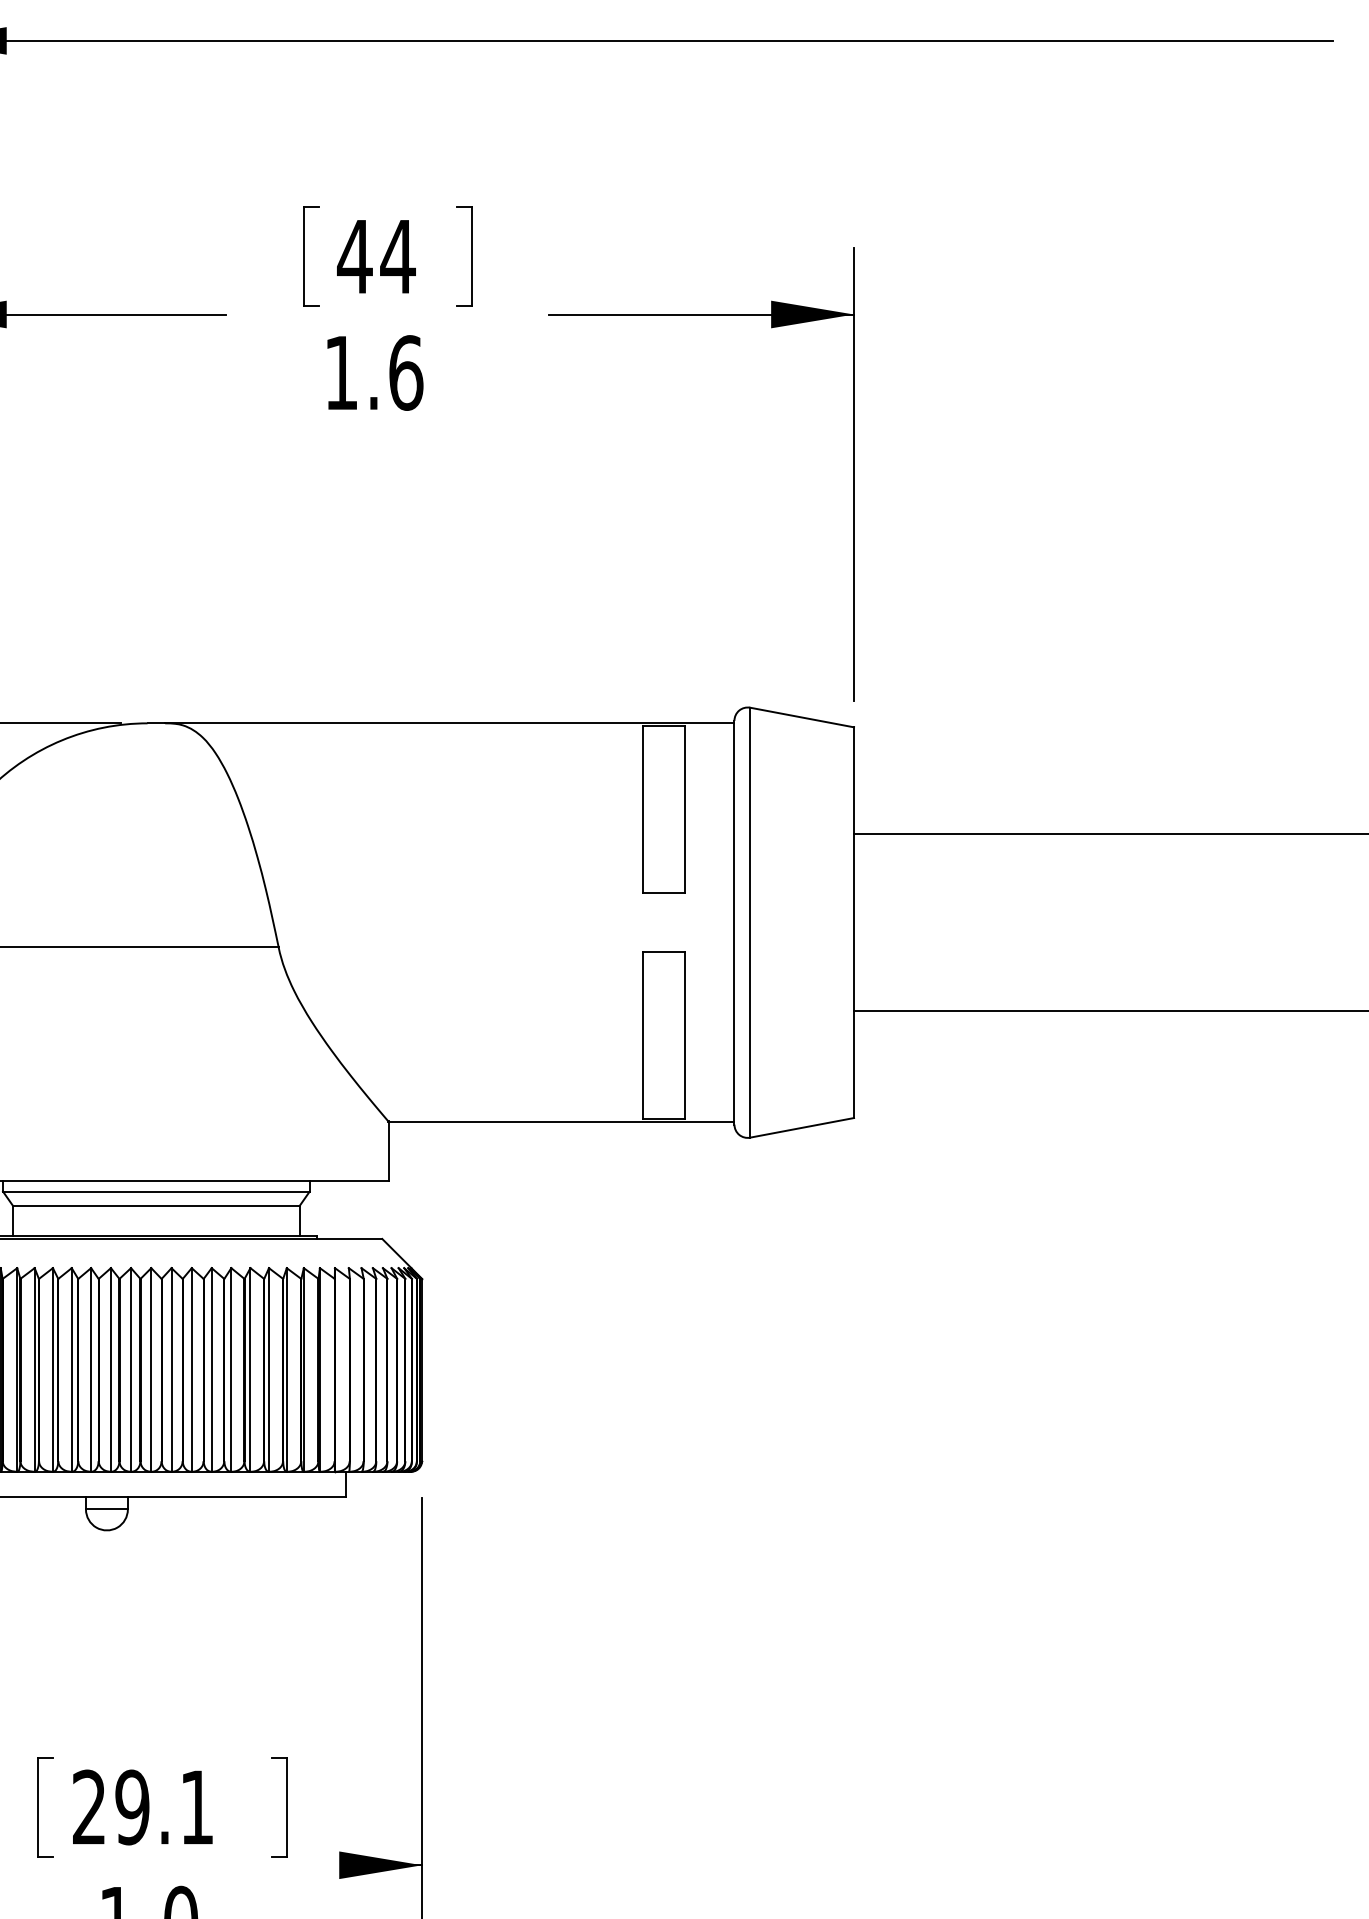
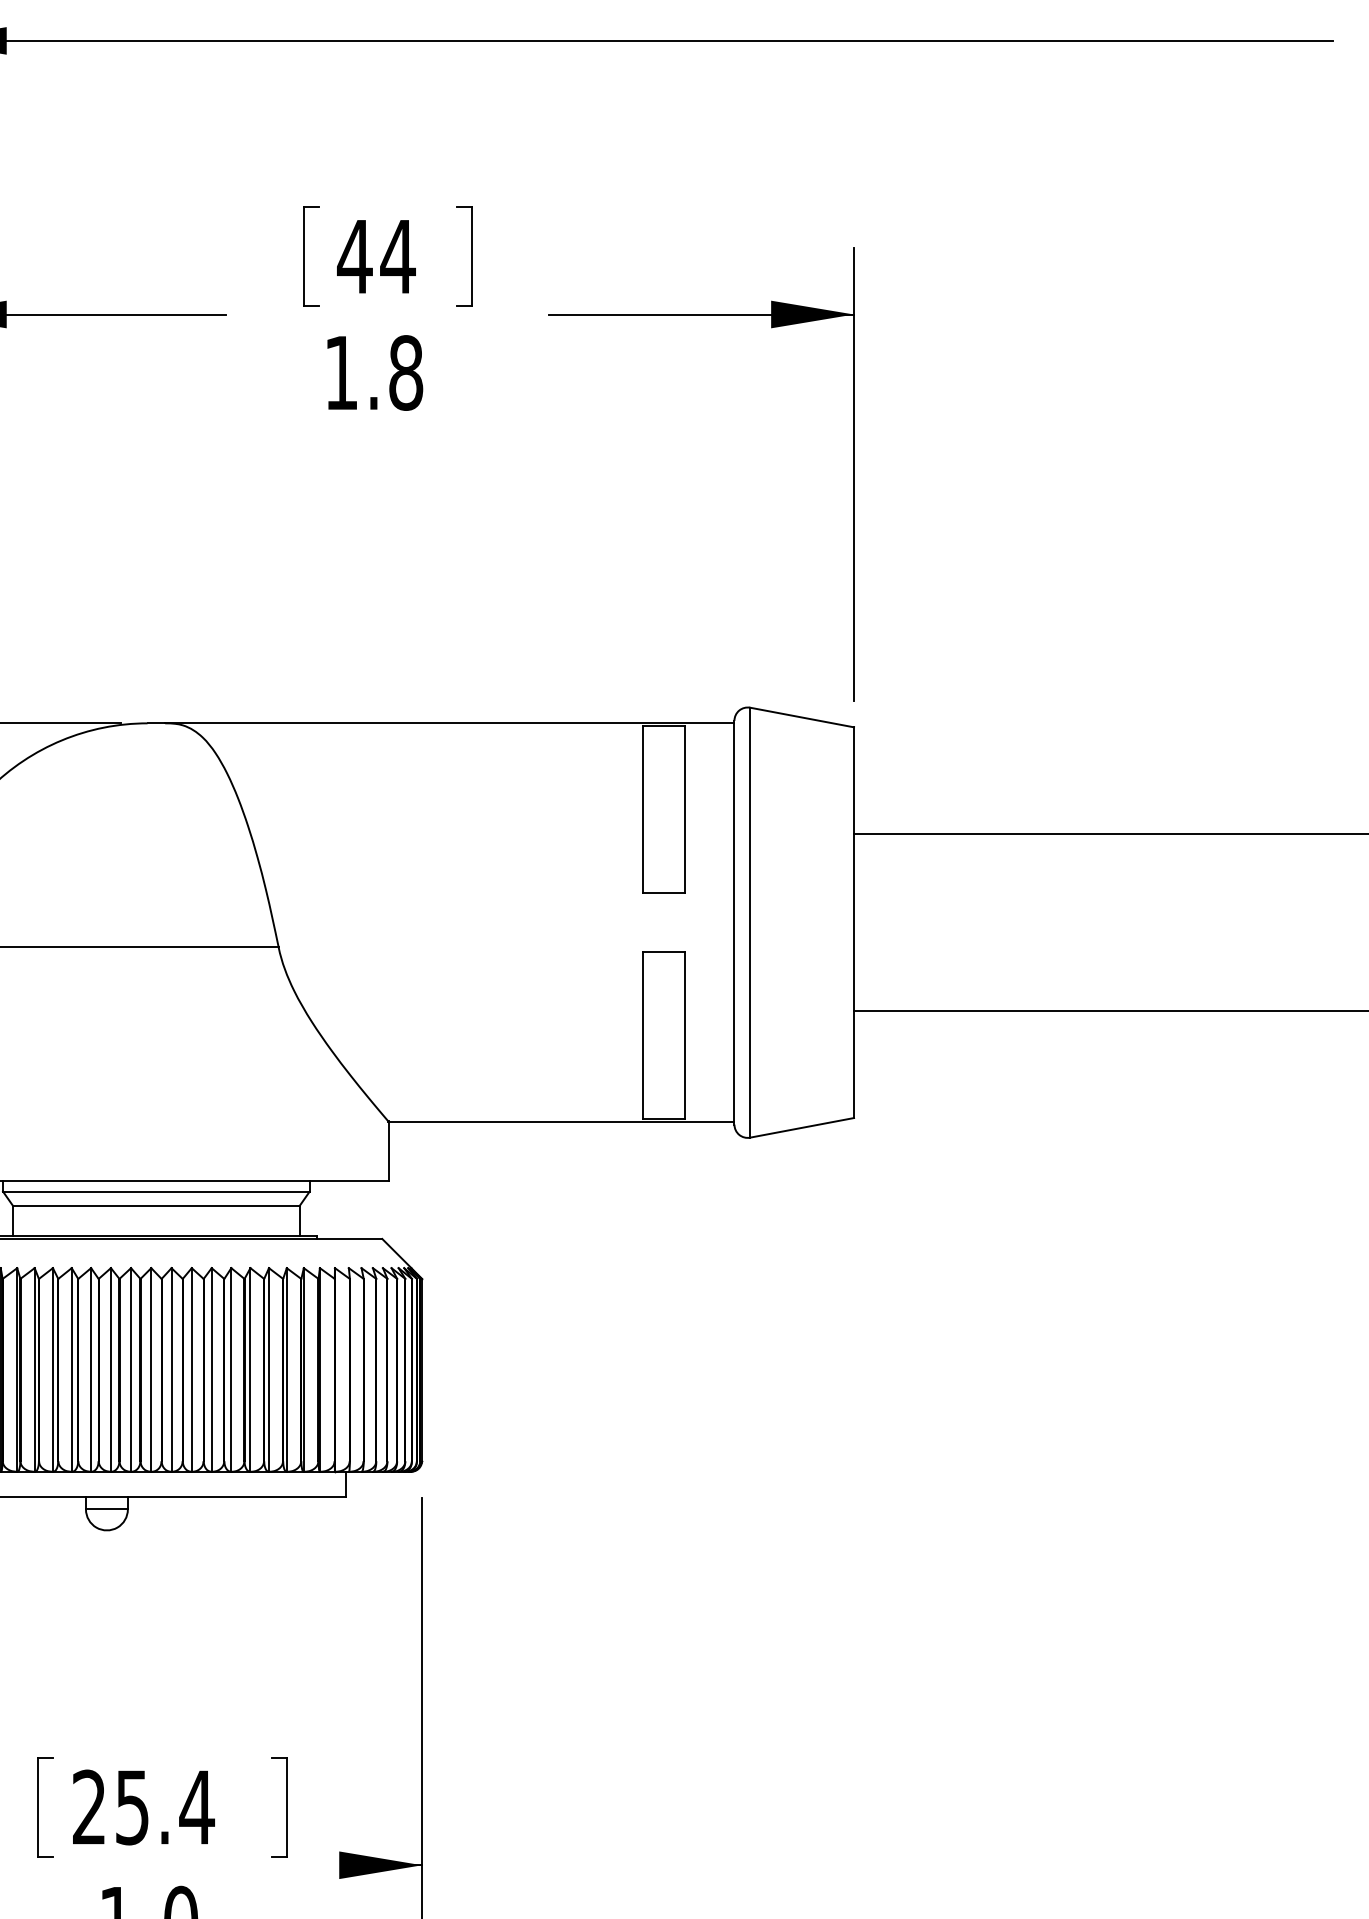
text at (406, 372): 1.6 -> 1.8
text at (164, 1807): 29.1 -> 25.4
